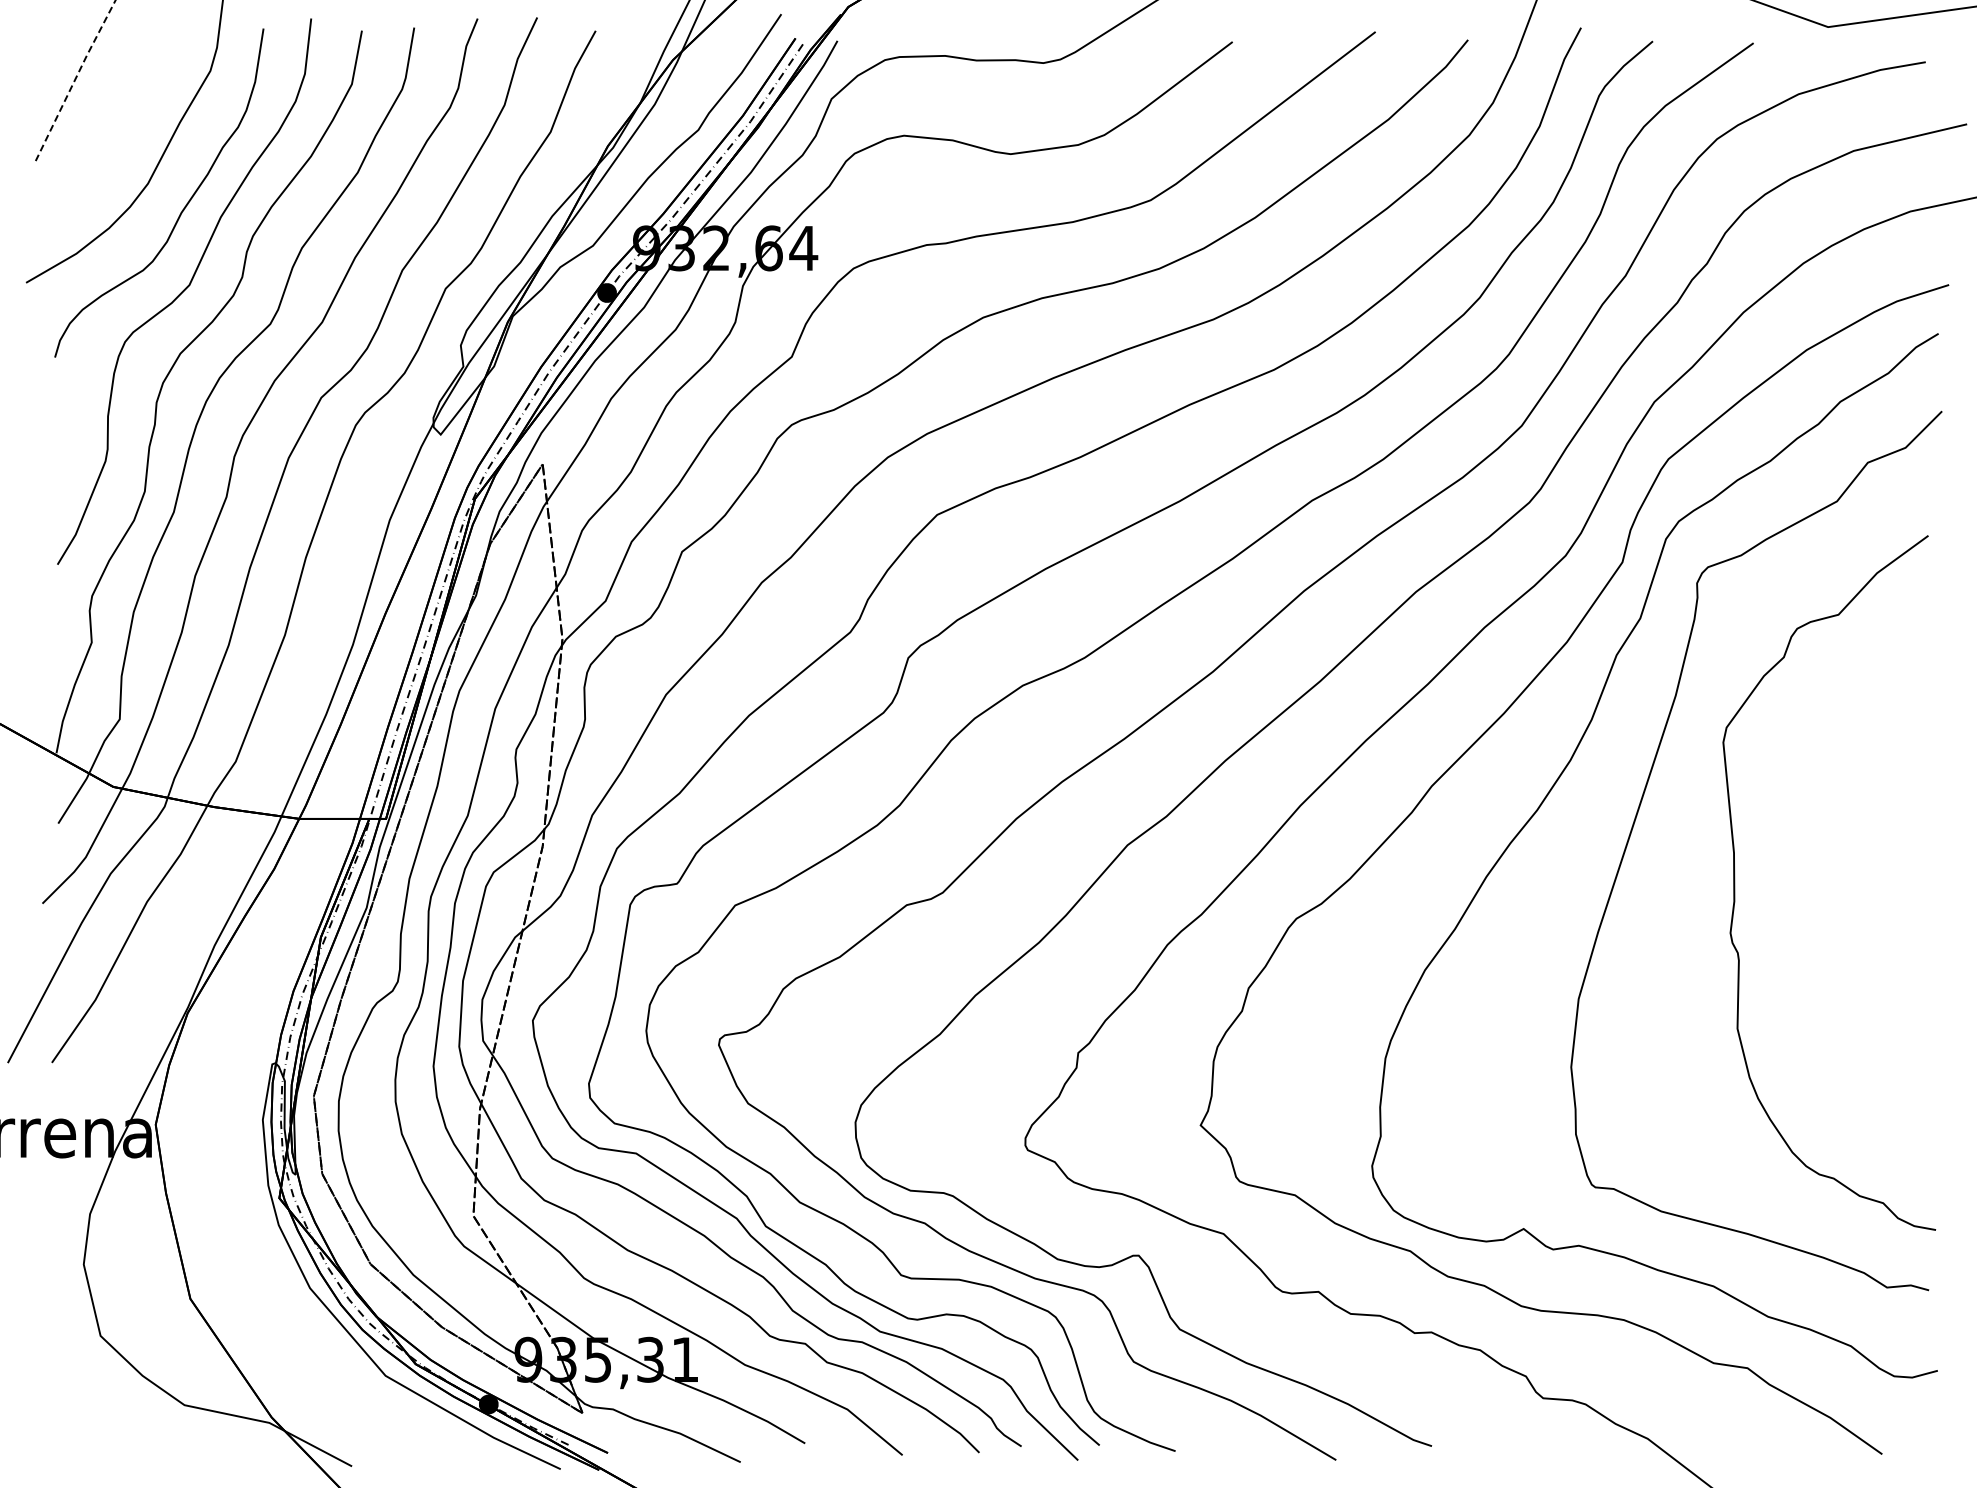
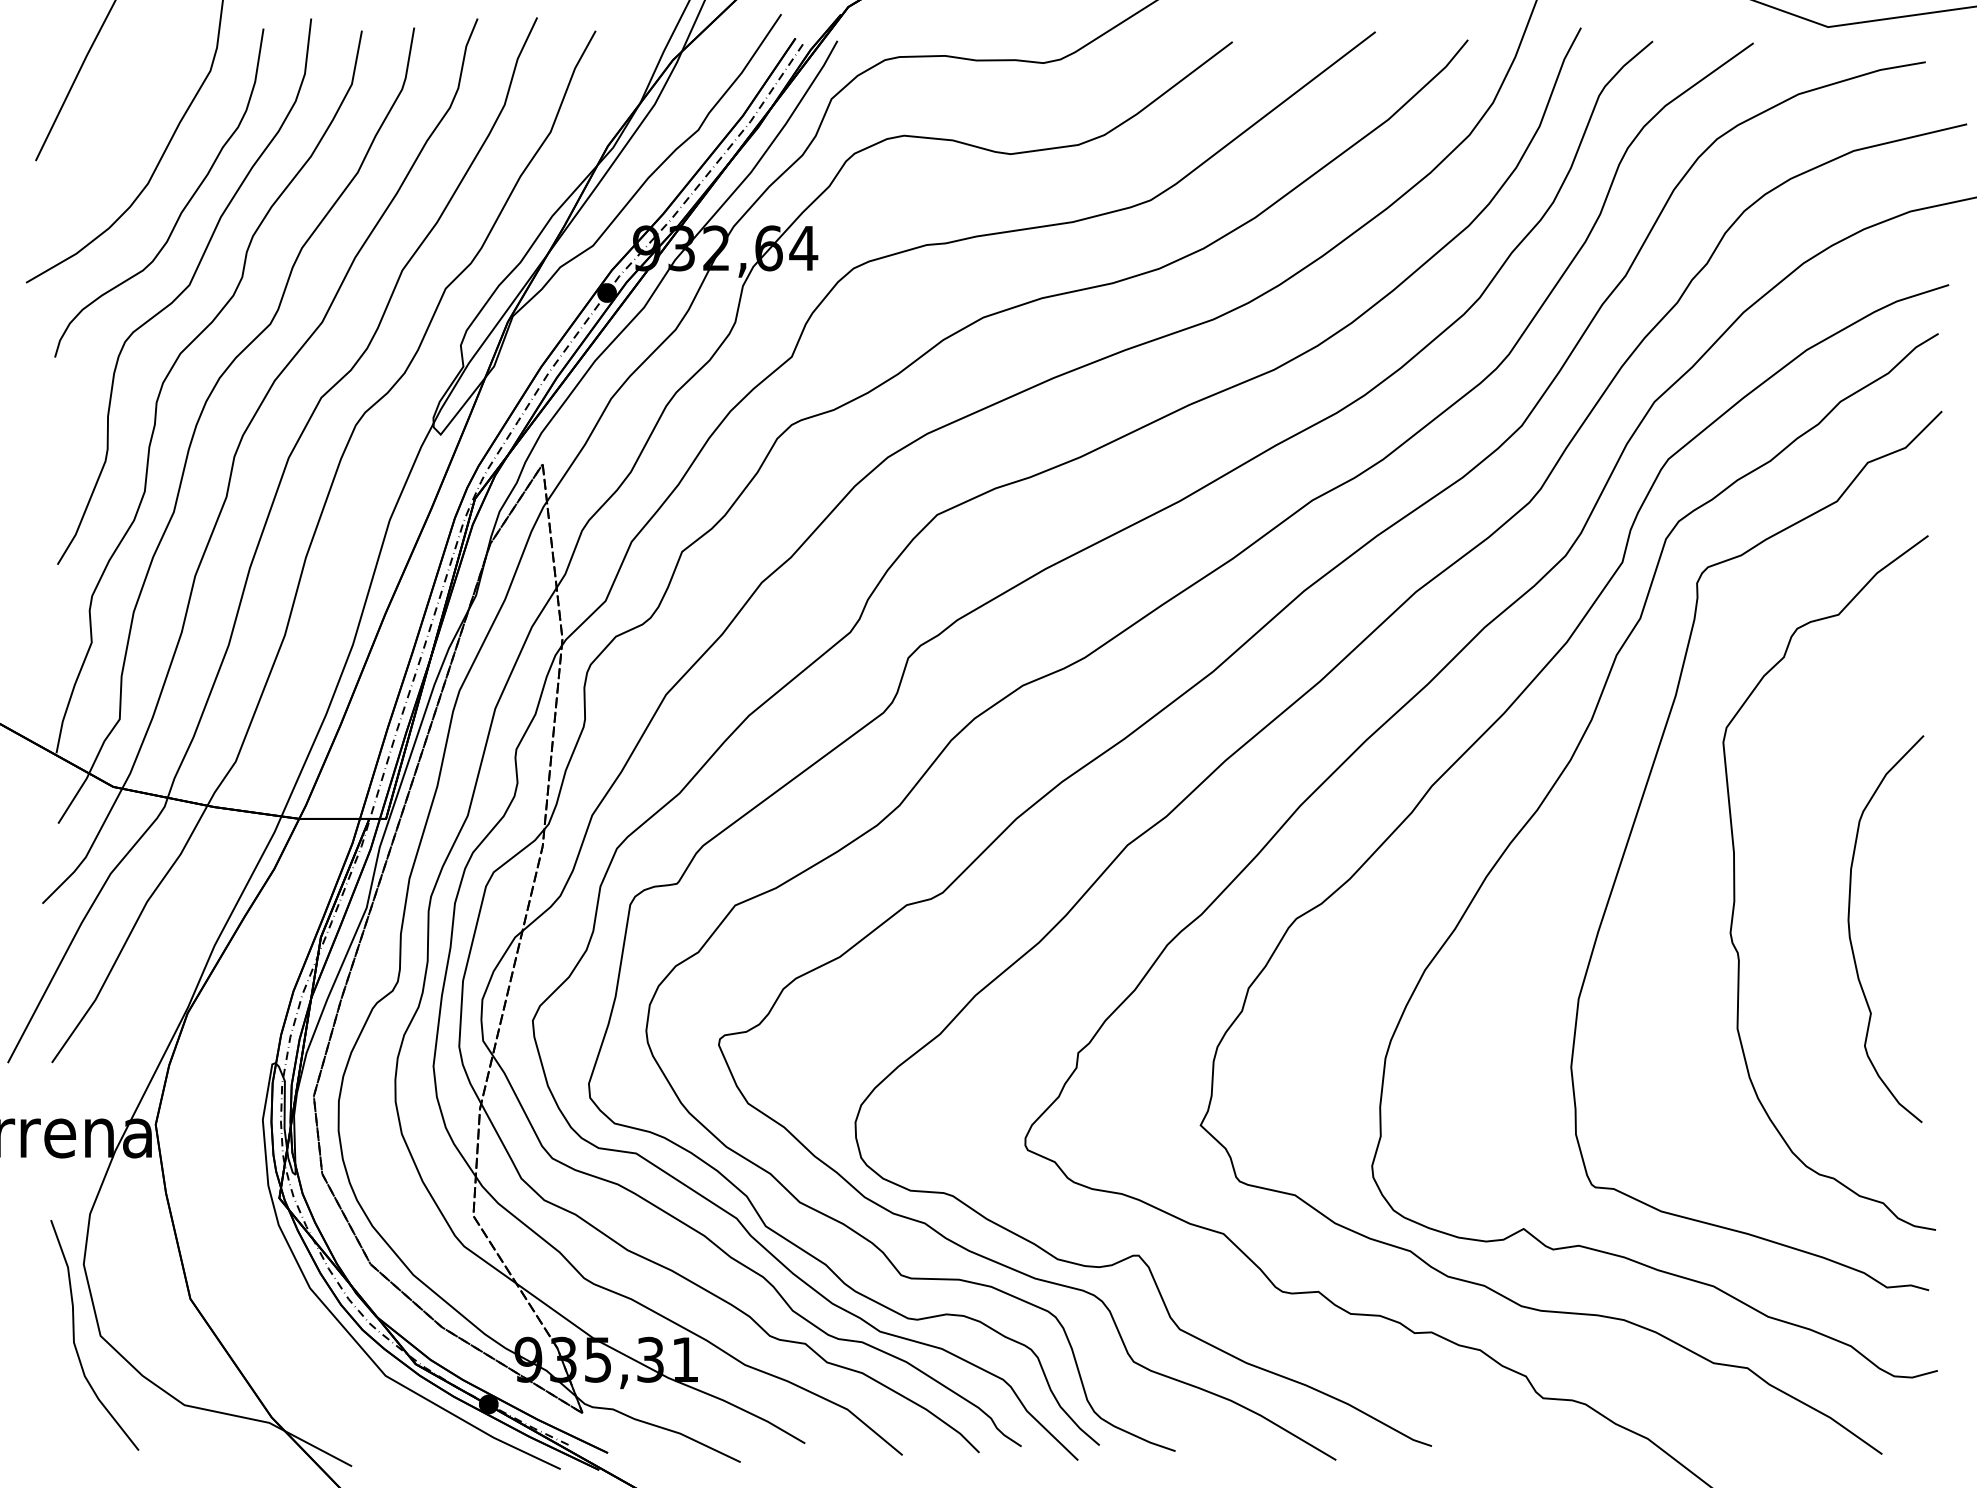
line at (74, 80): dashed -> solid
curve at (1850, 929): none -> present
curve at (74, 1335): none -> present
